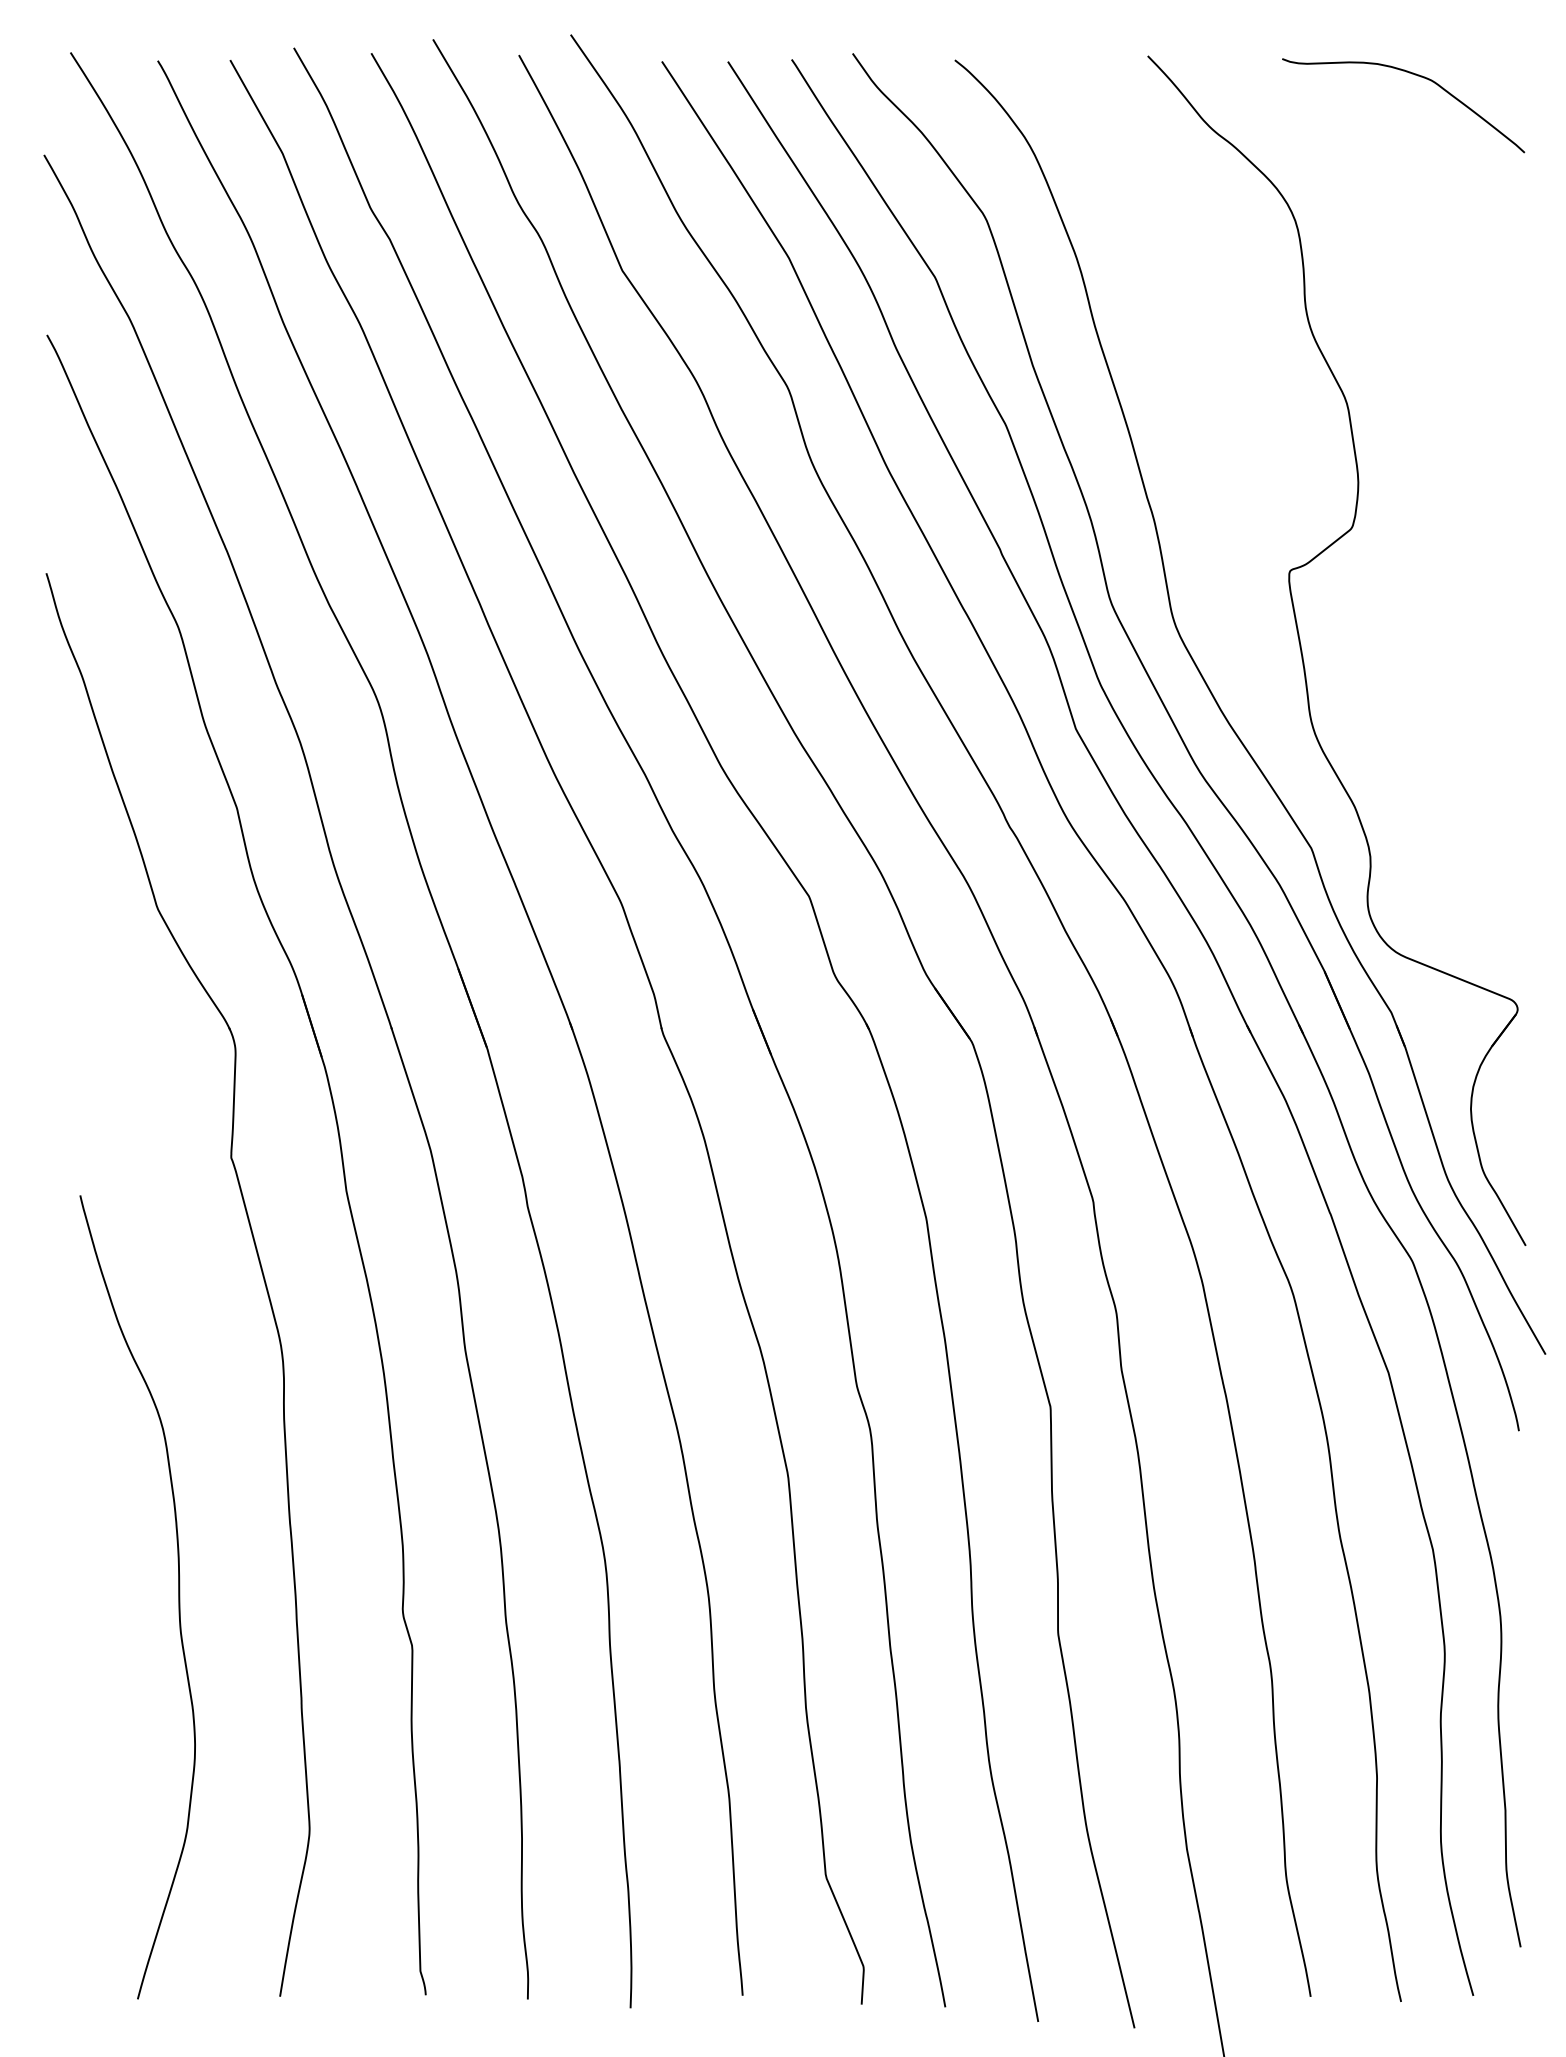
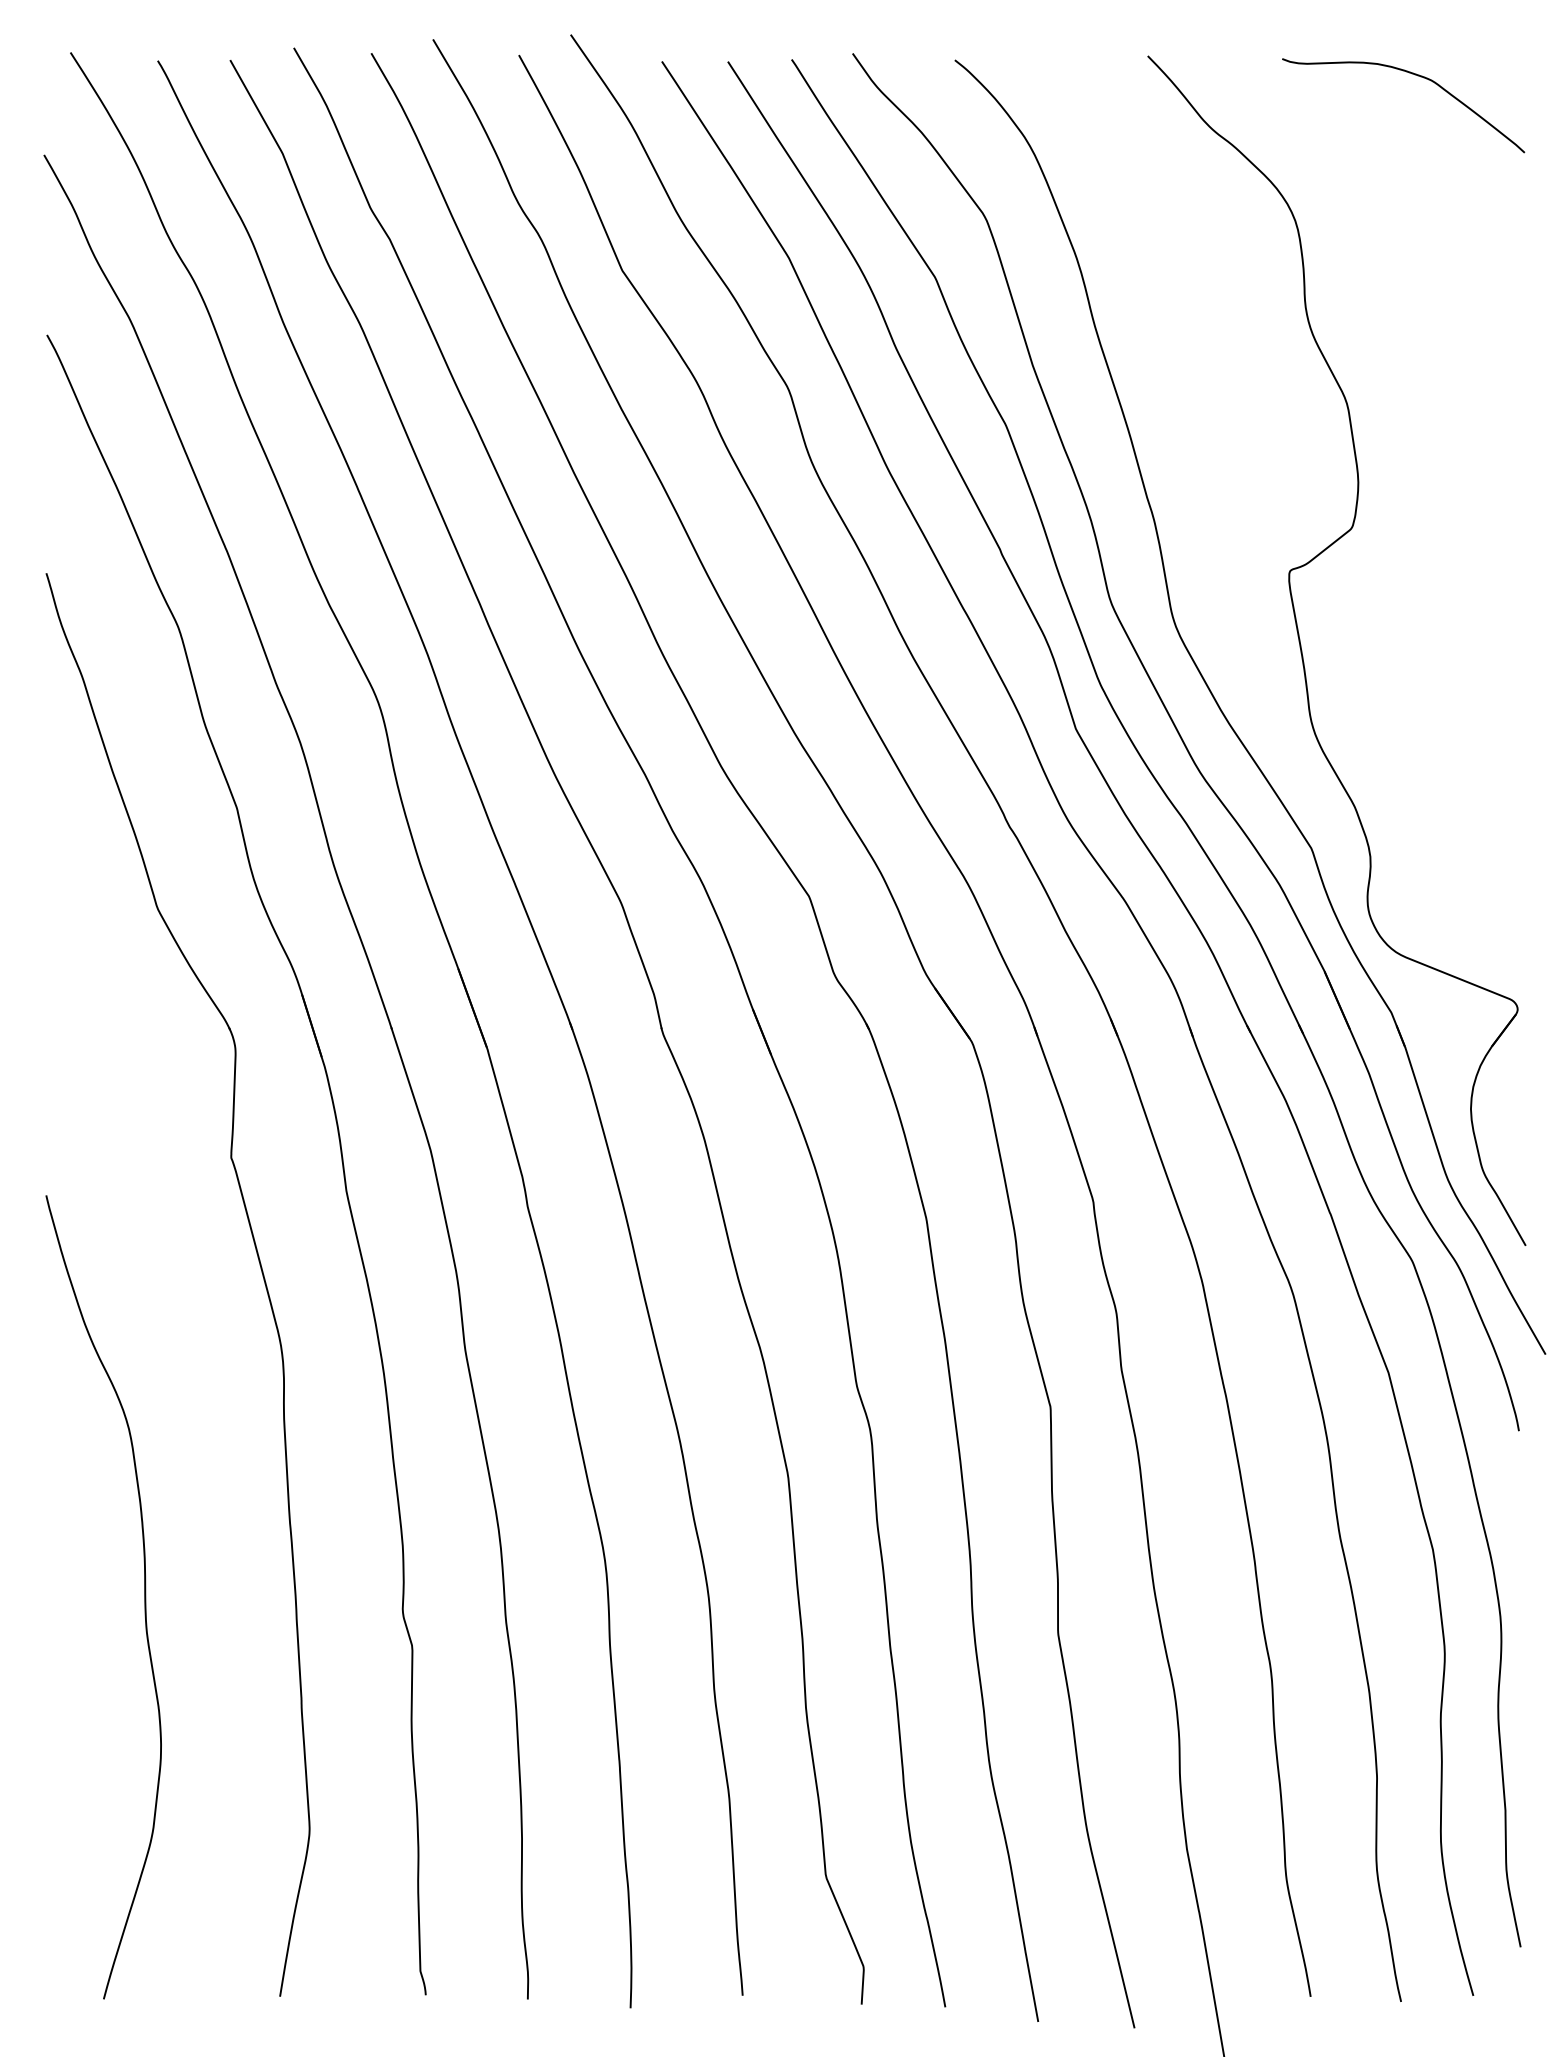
curve at (178, 1597) position: (178, 1597) -> (144, 1597)
